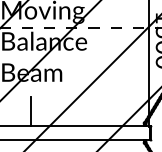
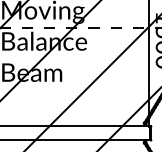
line at (31, 111): present -> none
